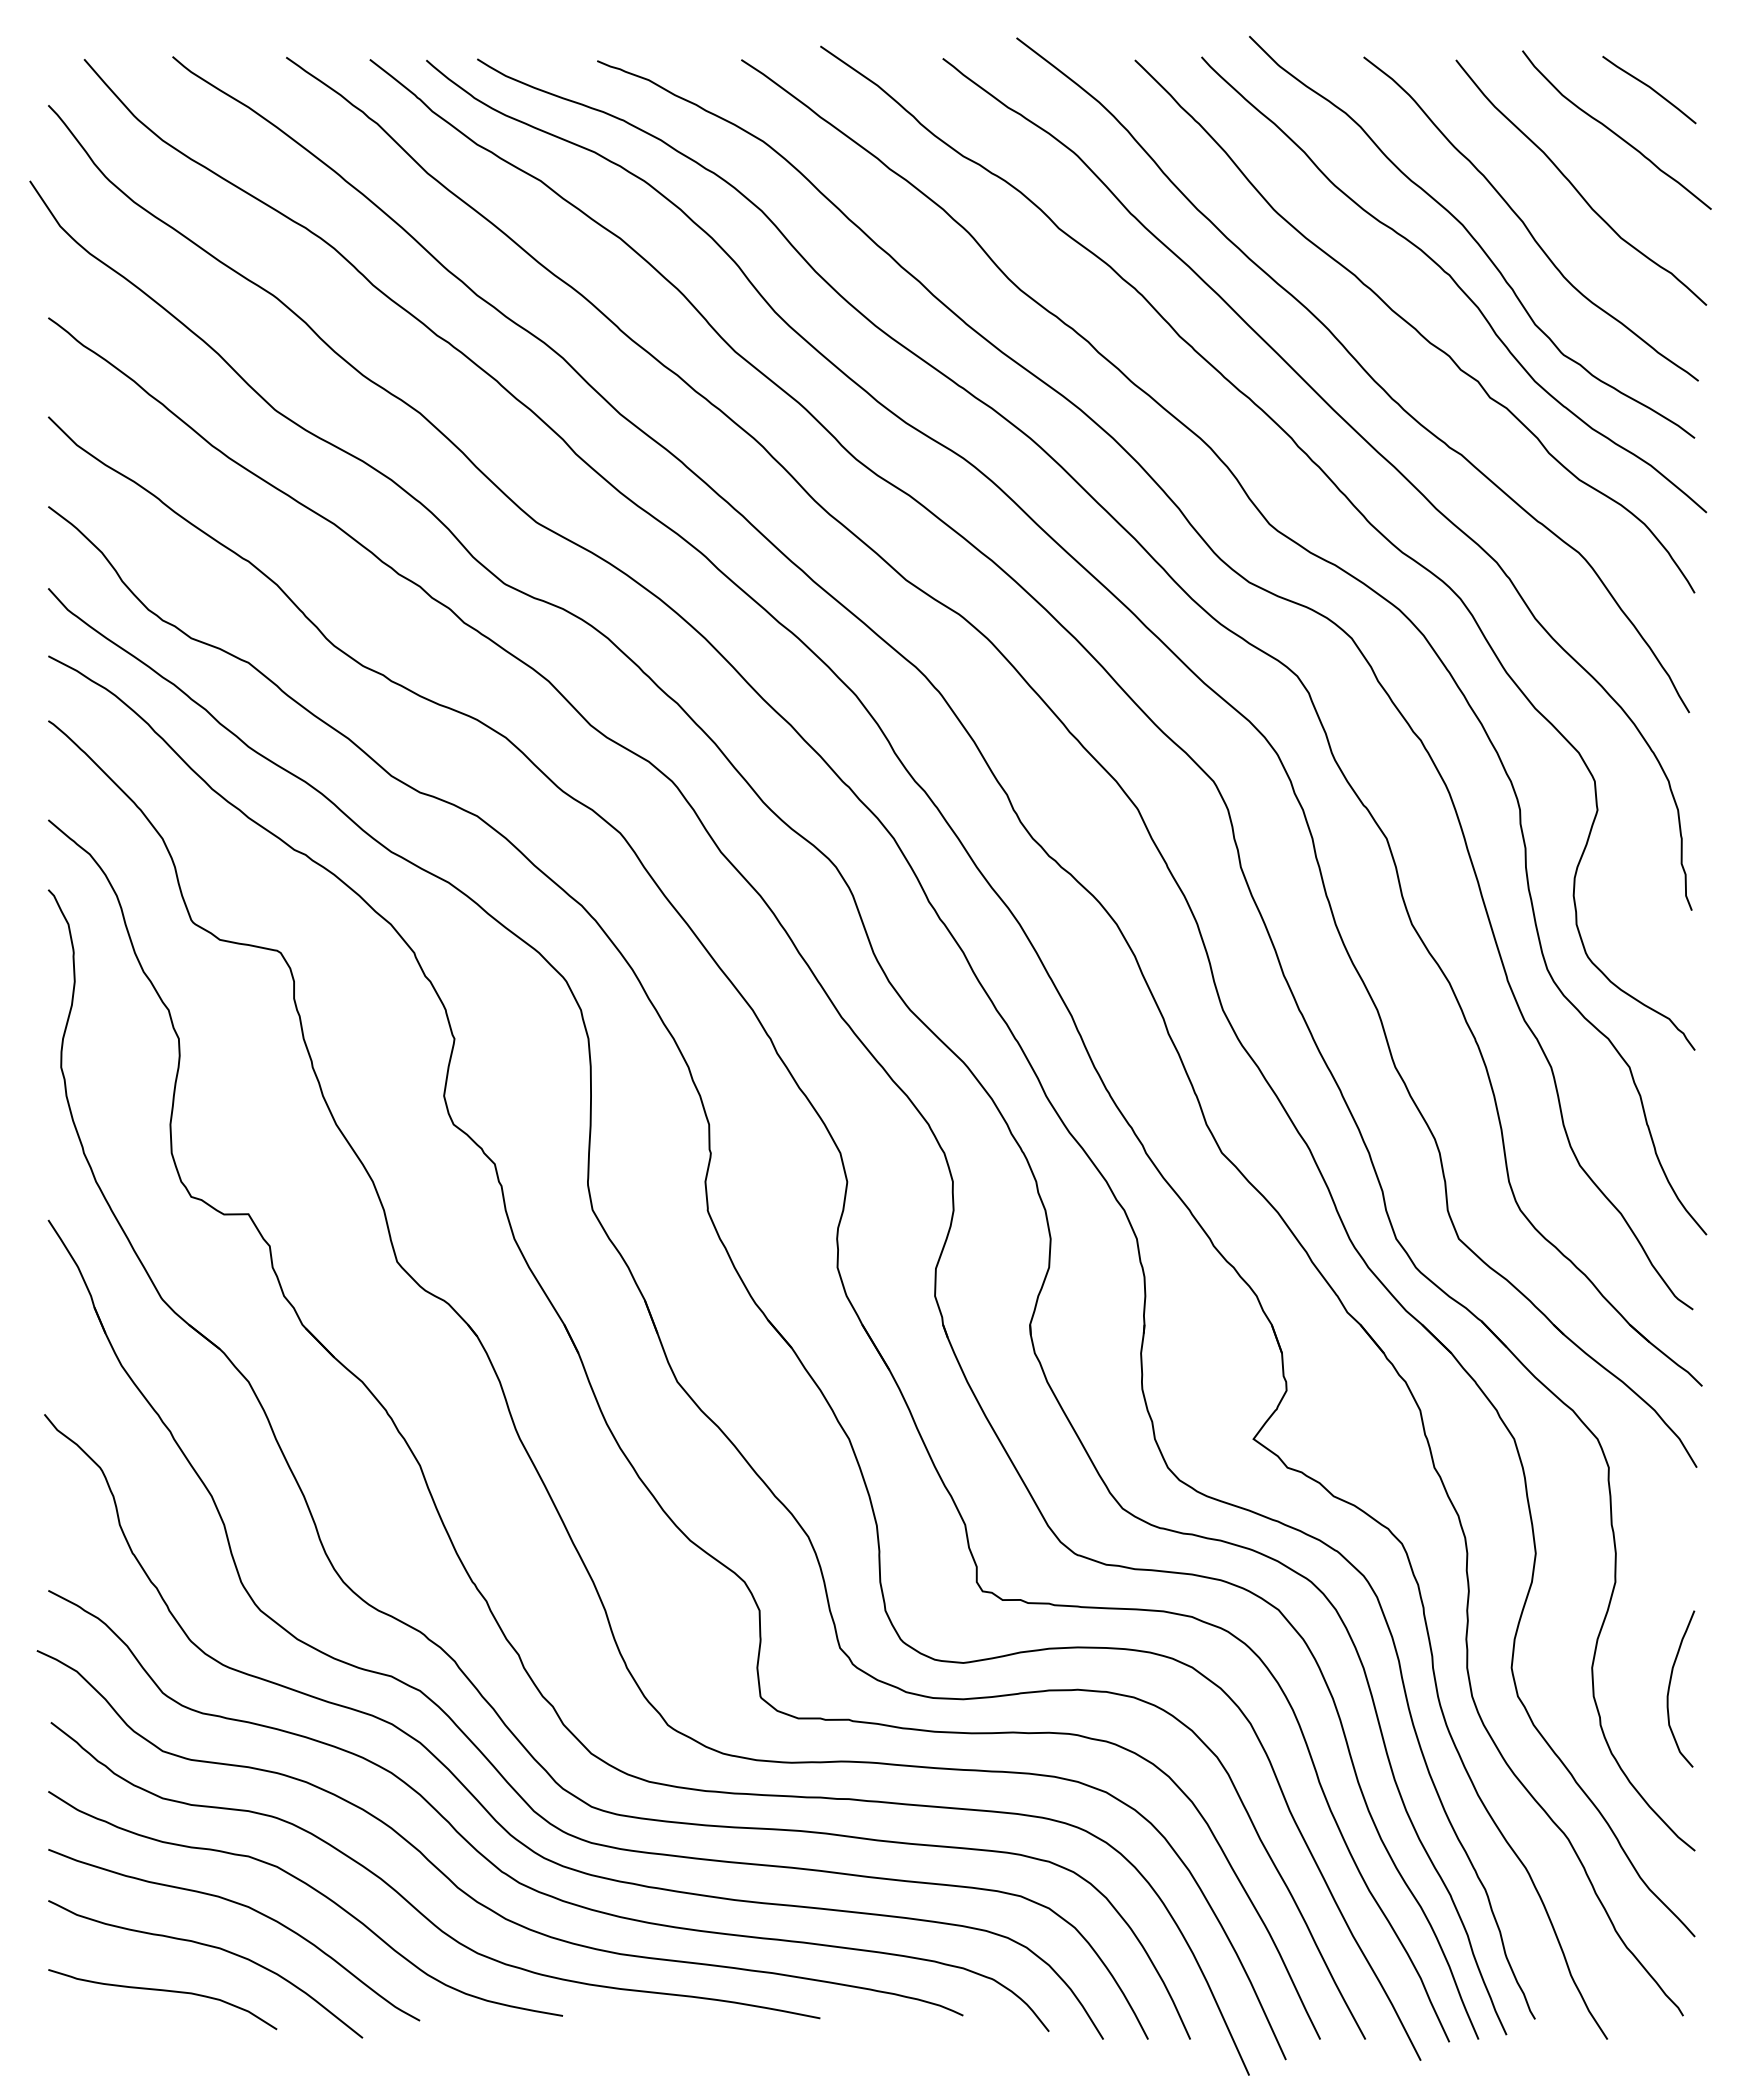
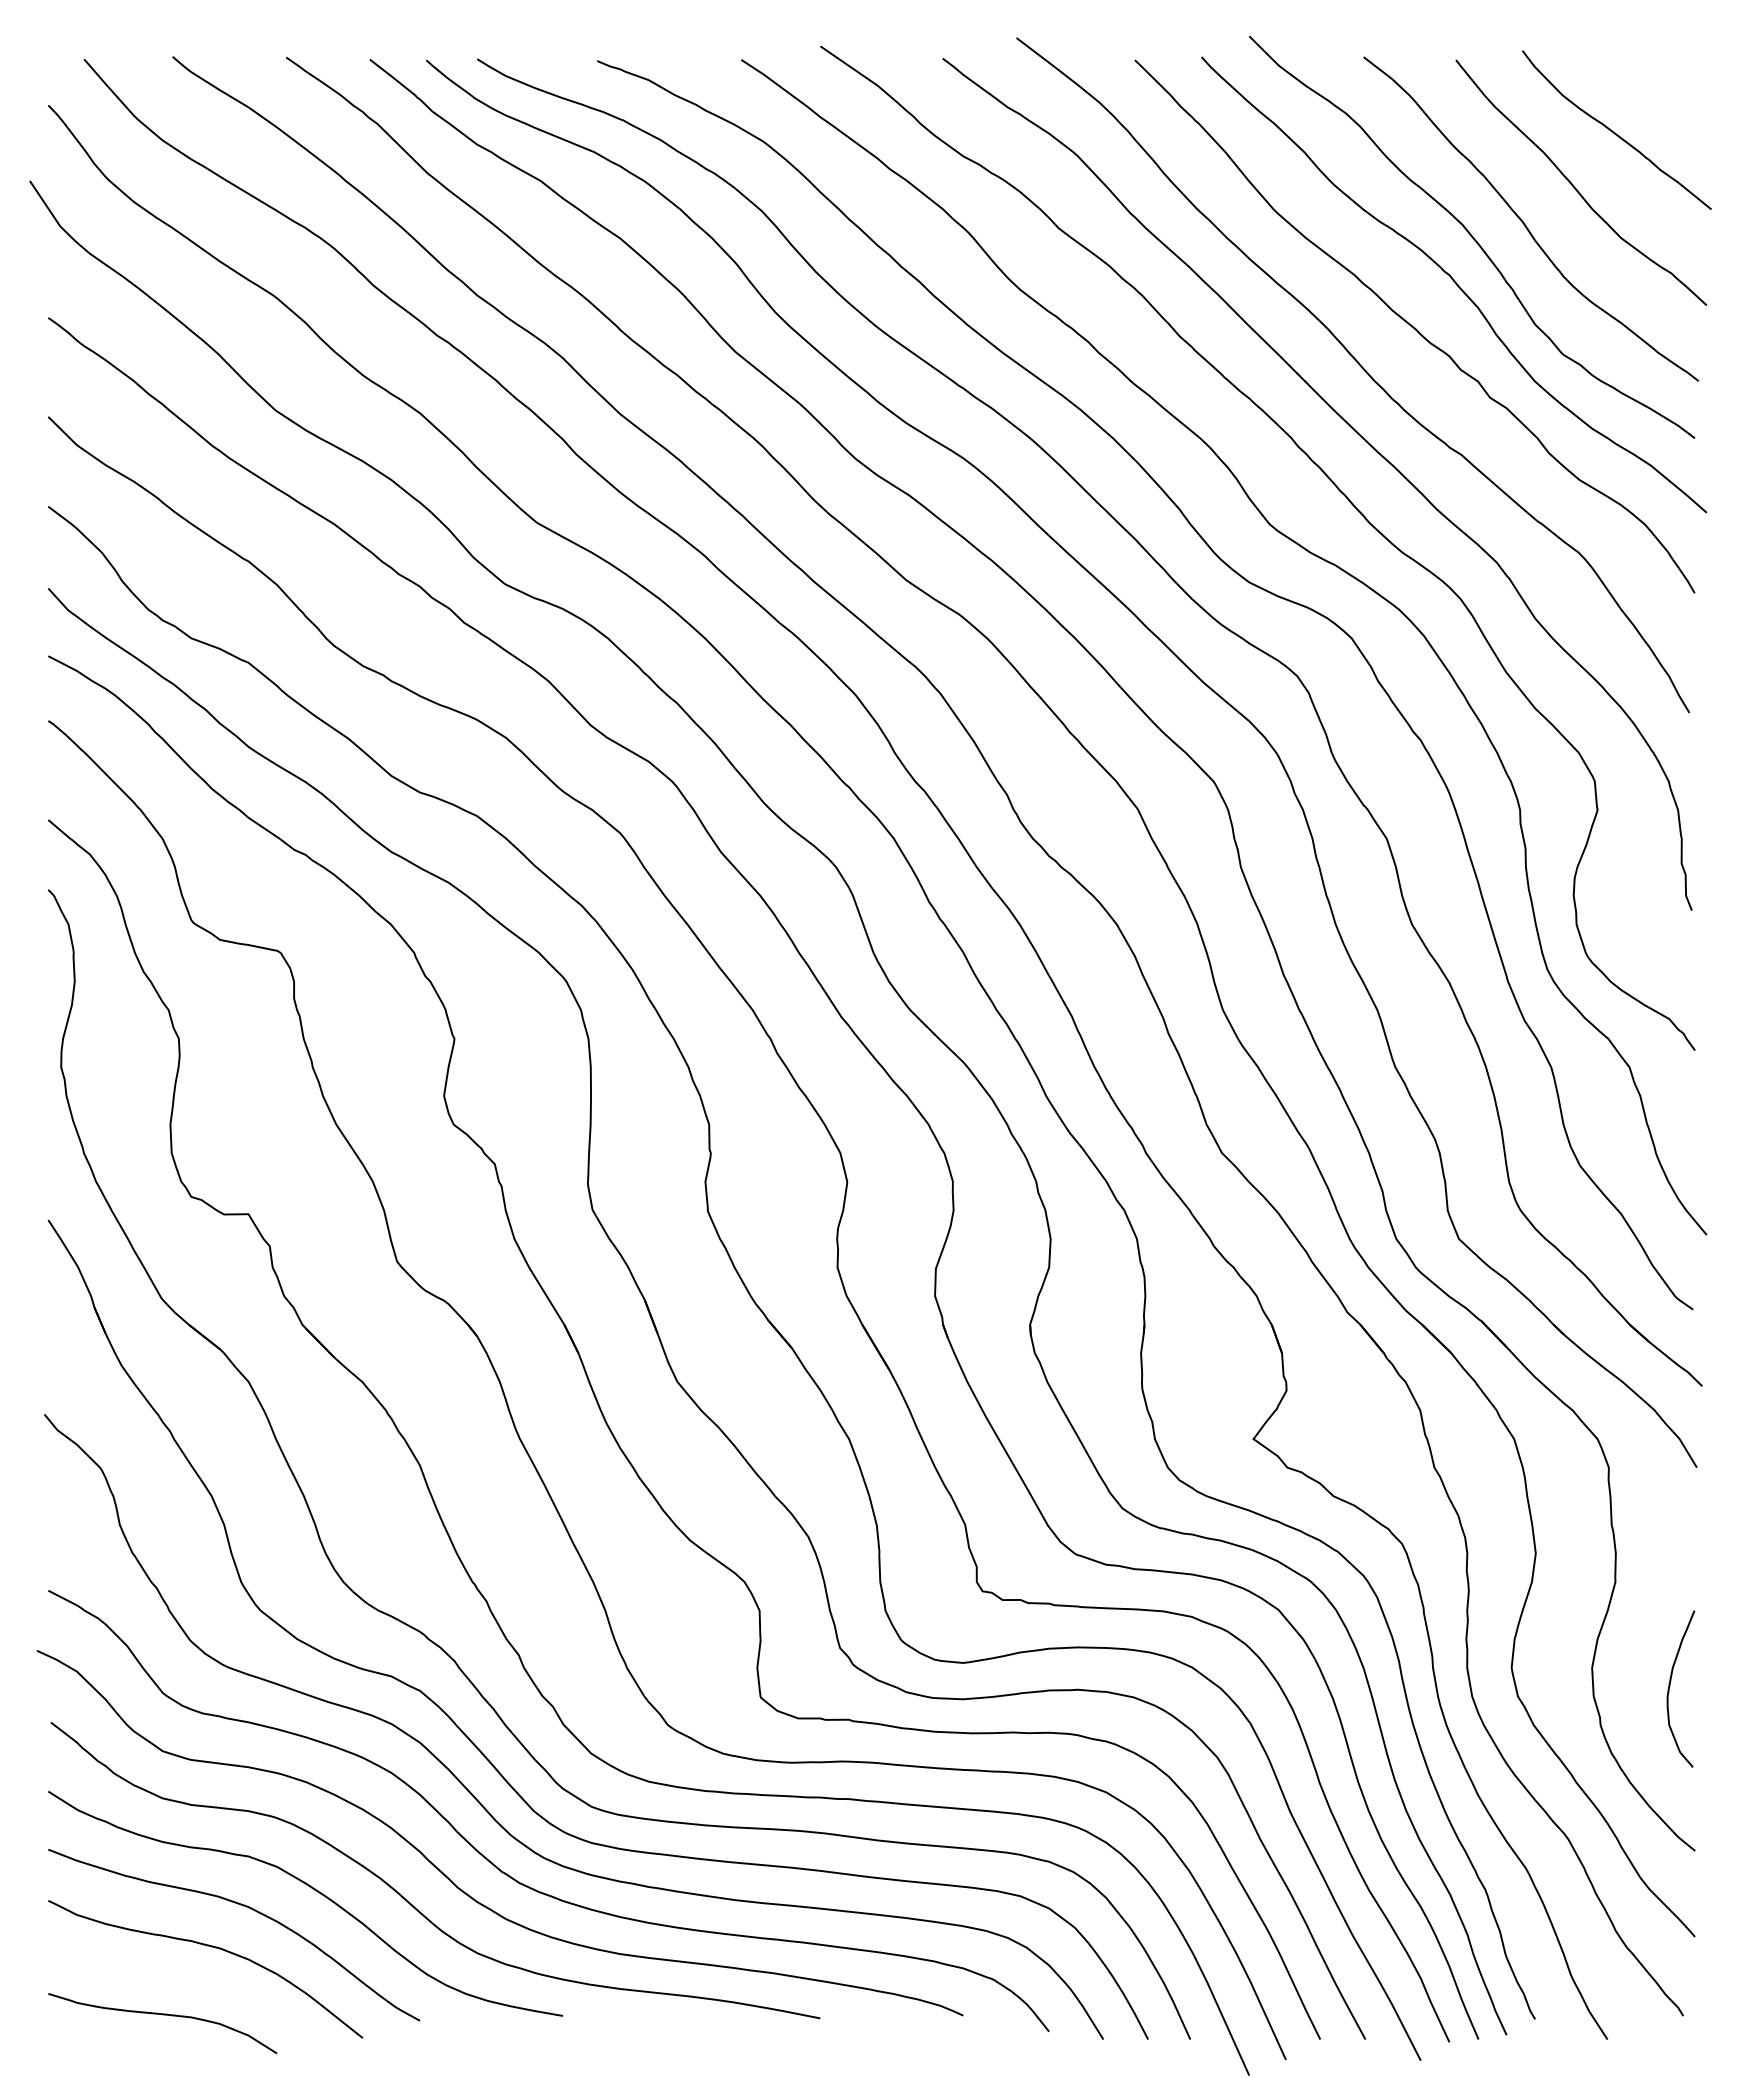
line at (1649, 88): present -> none
curve at (162, 1991) position: (162, 1991) -> (162, 2015)
